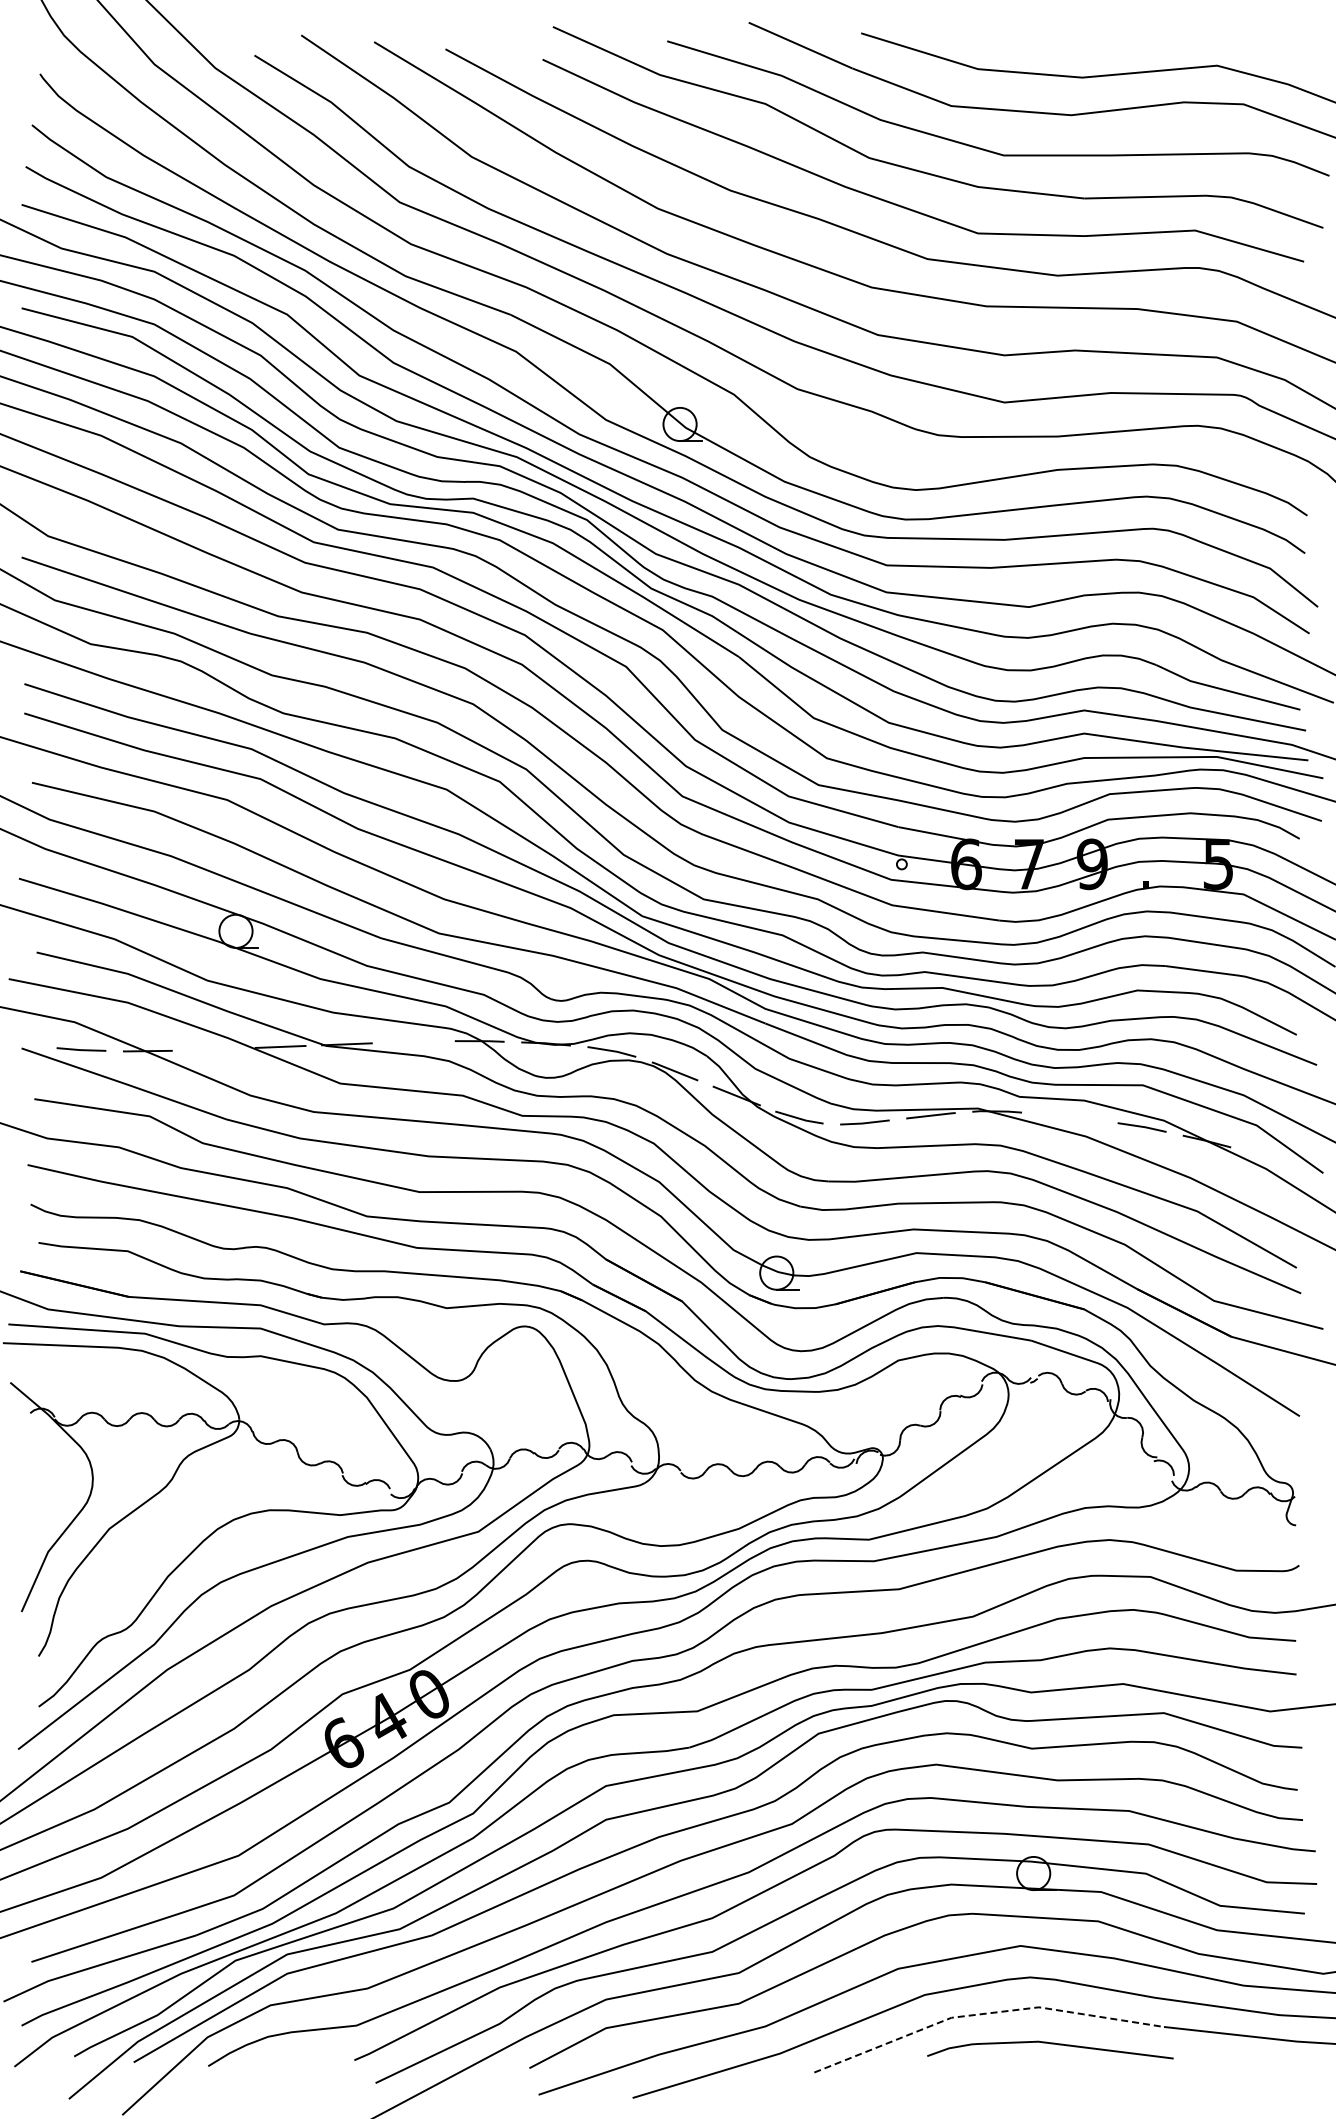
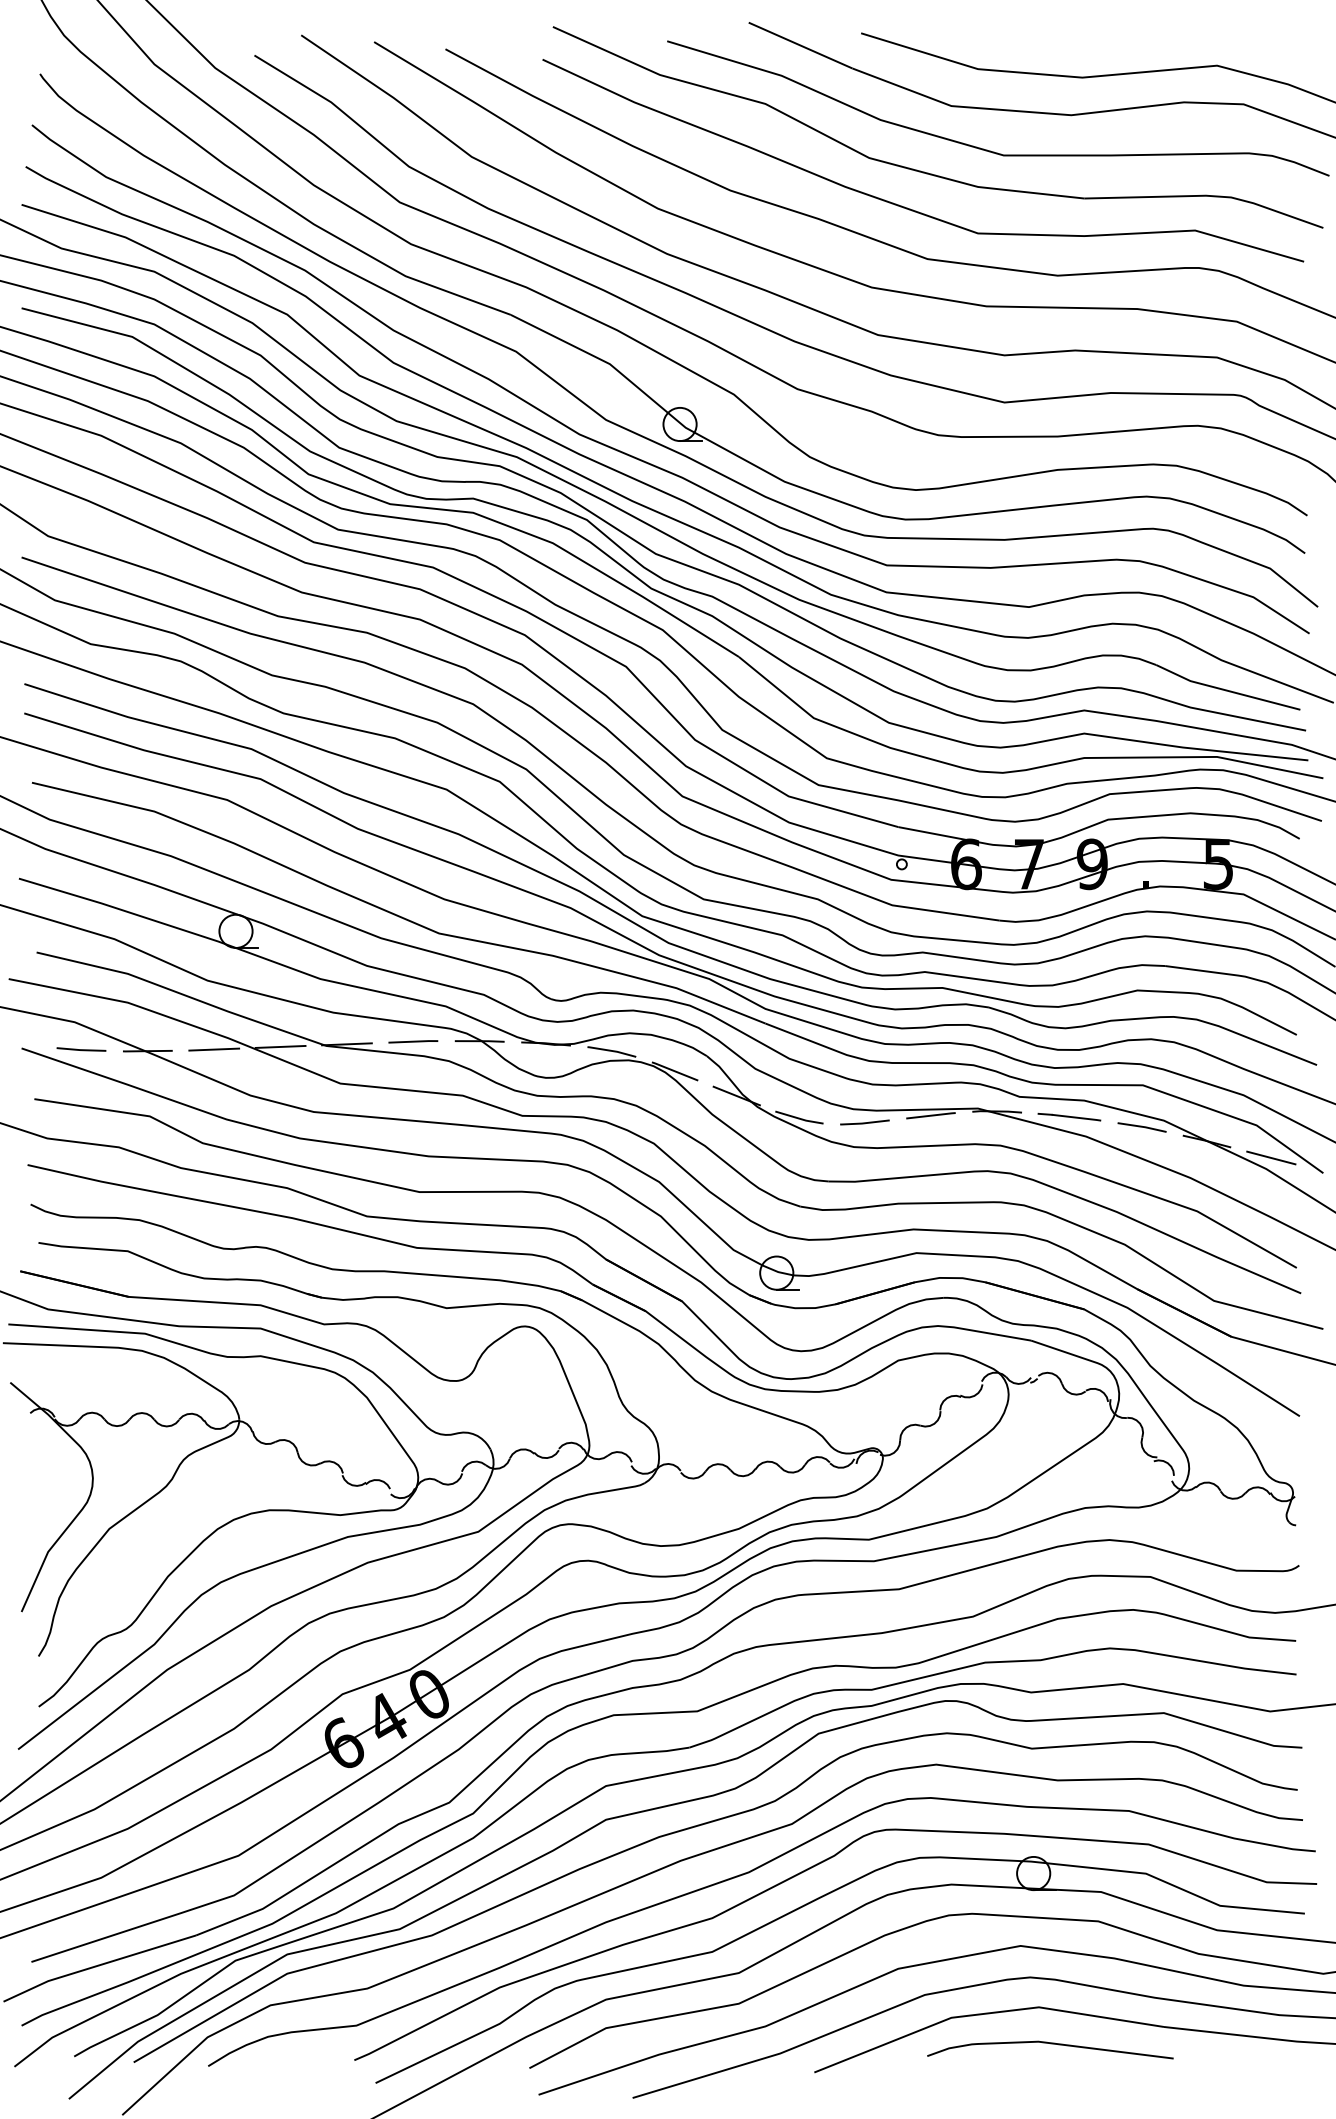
line at (413, 1041): none -> present
line at (214, 1049): none -> present
line at (1069, 1116): none -> present
line at (1271, 1157): none -> present
line at (984, 2013): dashed -> solid
